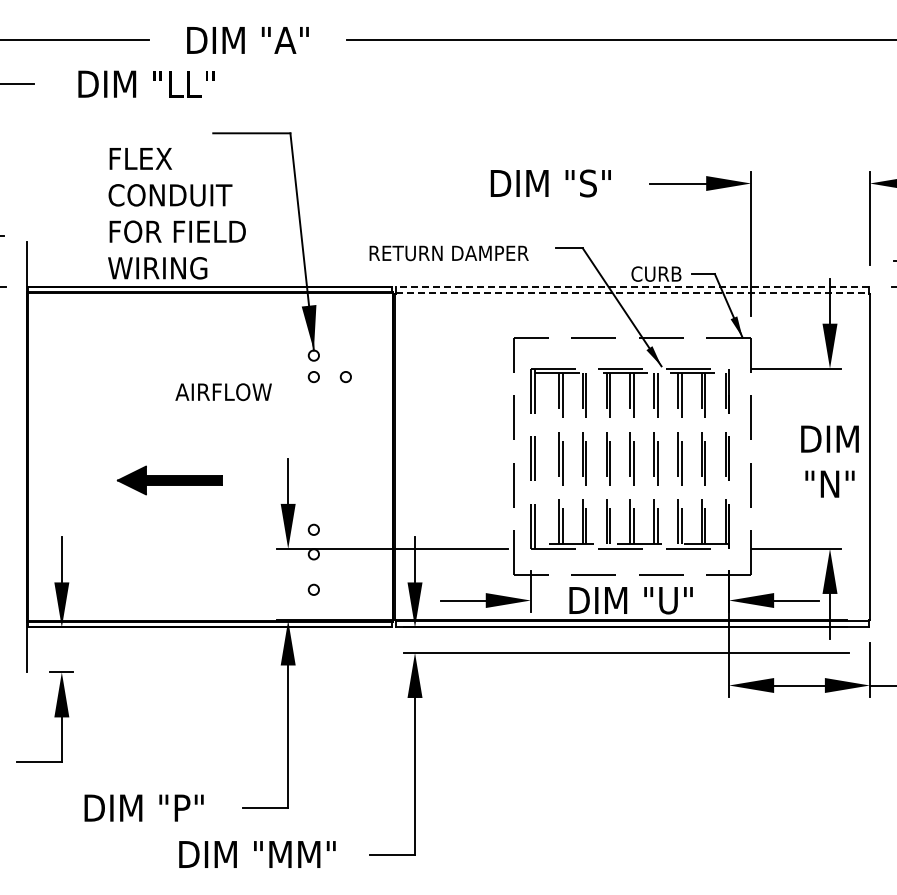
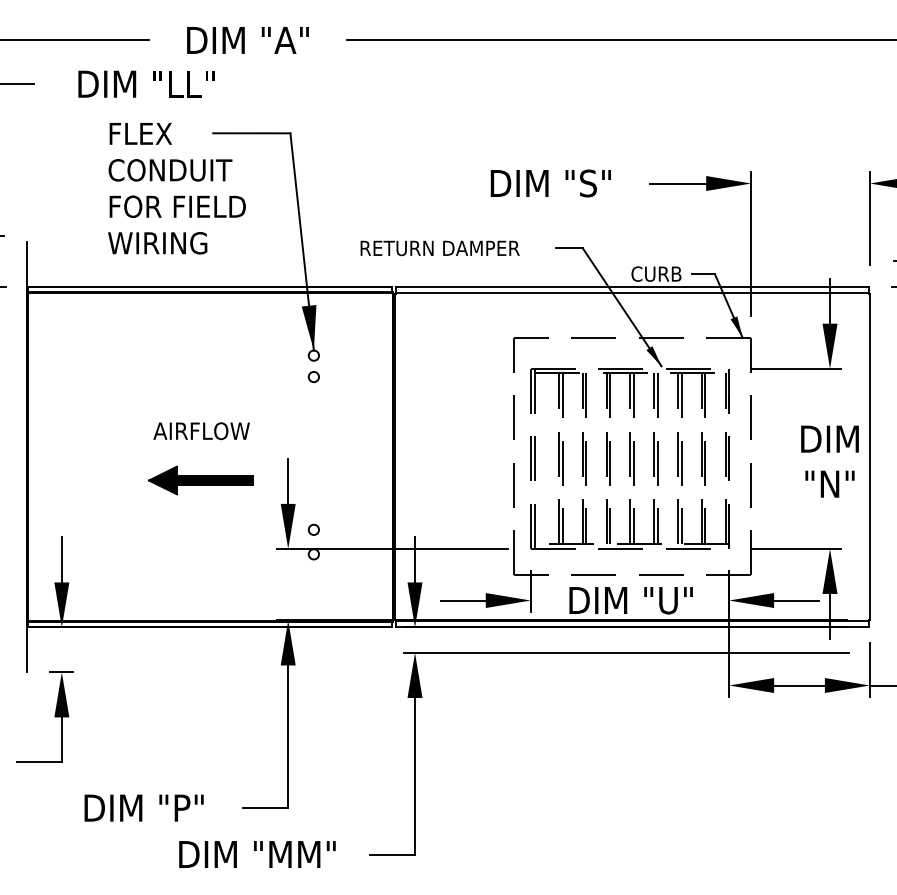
text at (176, 213) position: (176, 213) -> (176, 188)
text at (448, 253) position: (448, 253) -> (439, 248)
line at (632, 286): dashed -> solid
line at (632, 293): dashed -> solid
circle at (345, 376): present -> none
text at (223, 392) position: (223, 392) -> (201, 431)
part at (169, 480) position: (169, 480) -> (200, 480)
circle at (313, 589): present -> none
